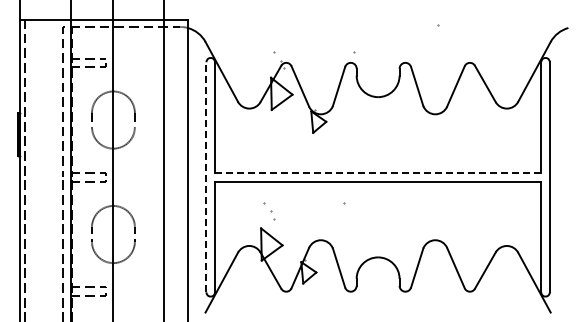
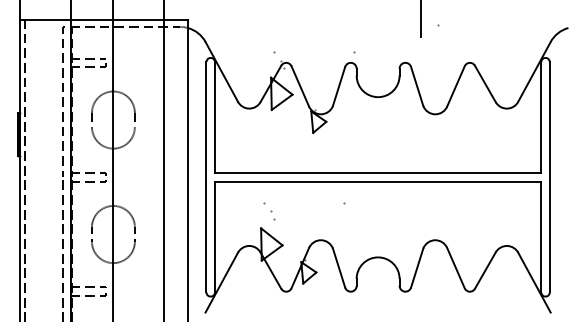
line at (421, 19): none -> present
line at (378, 172): dashed -> solid
line at (206, 176): dashed -> solid
